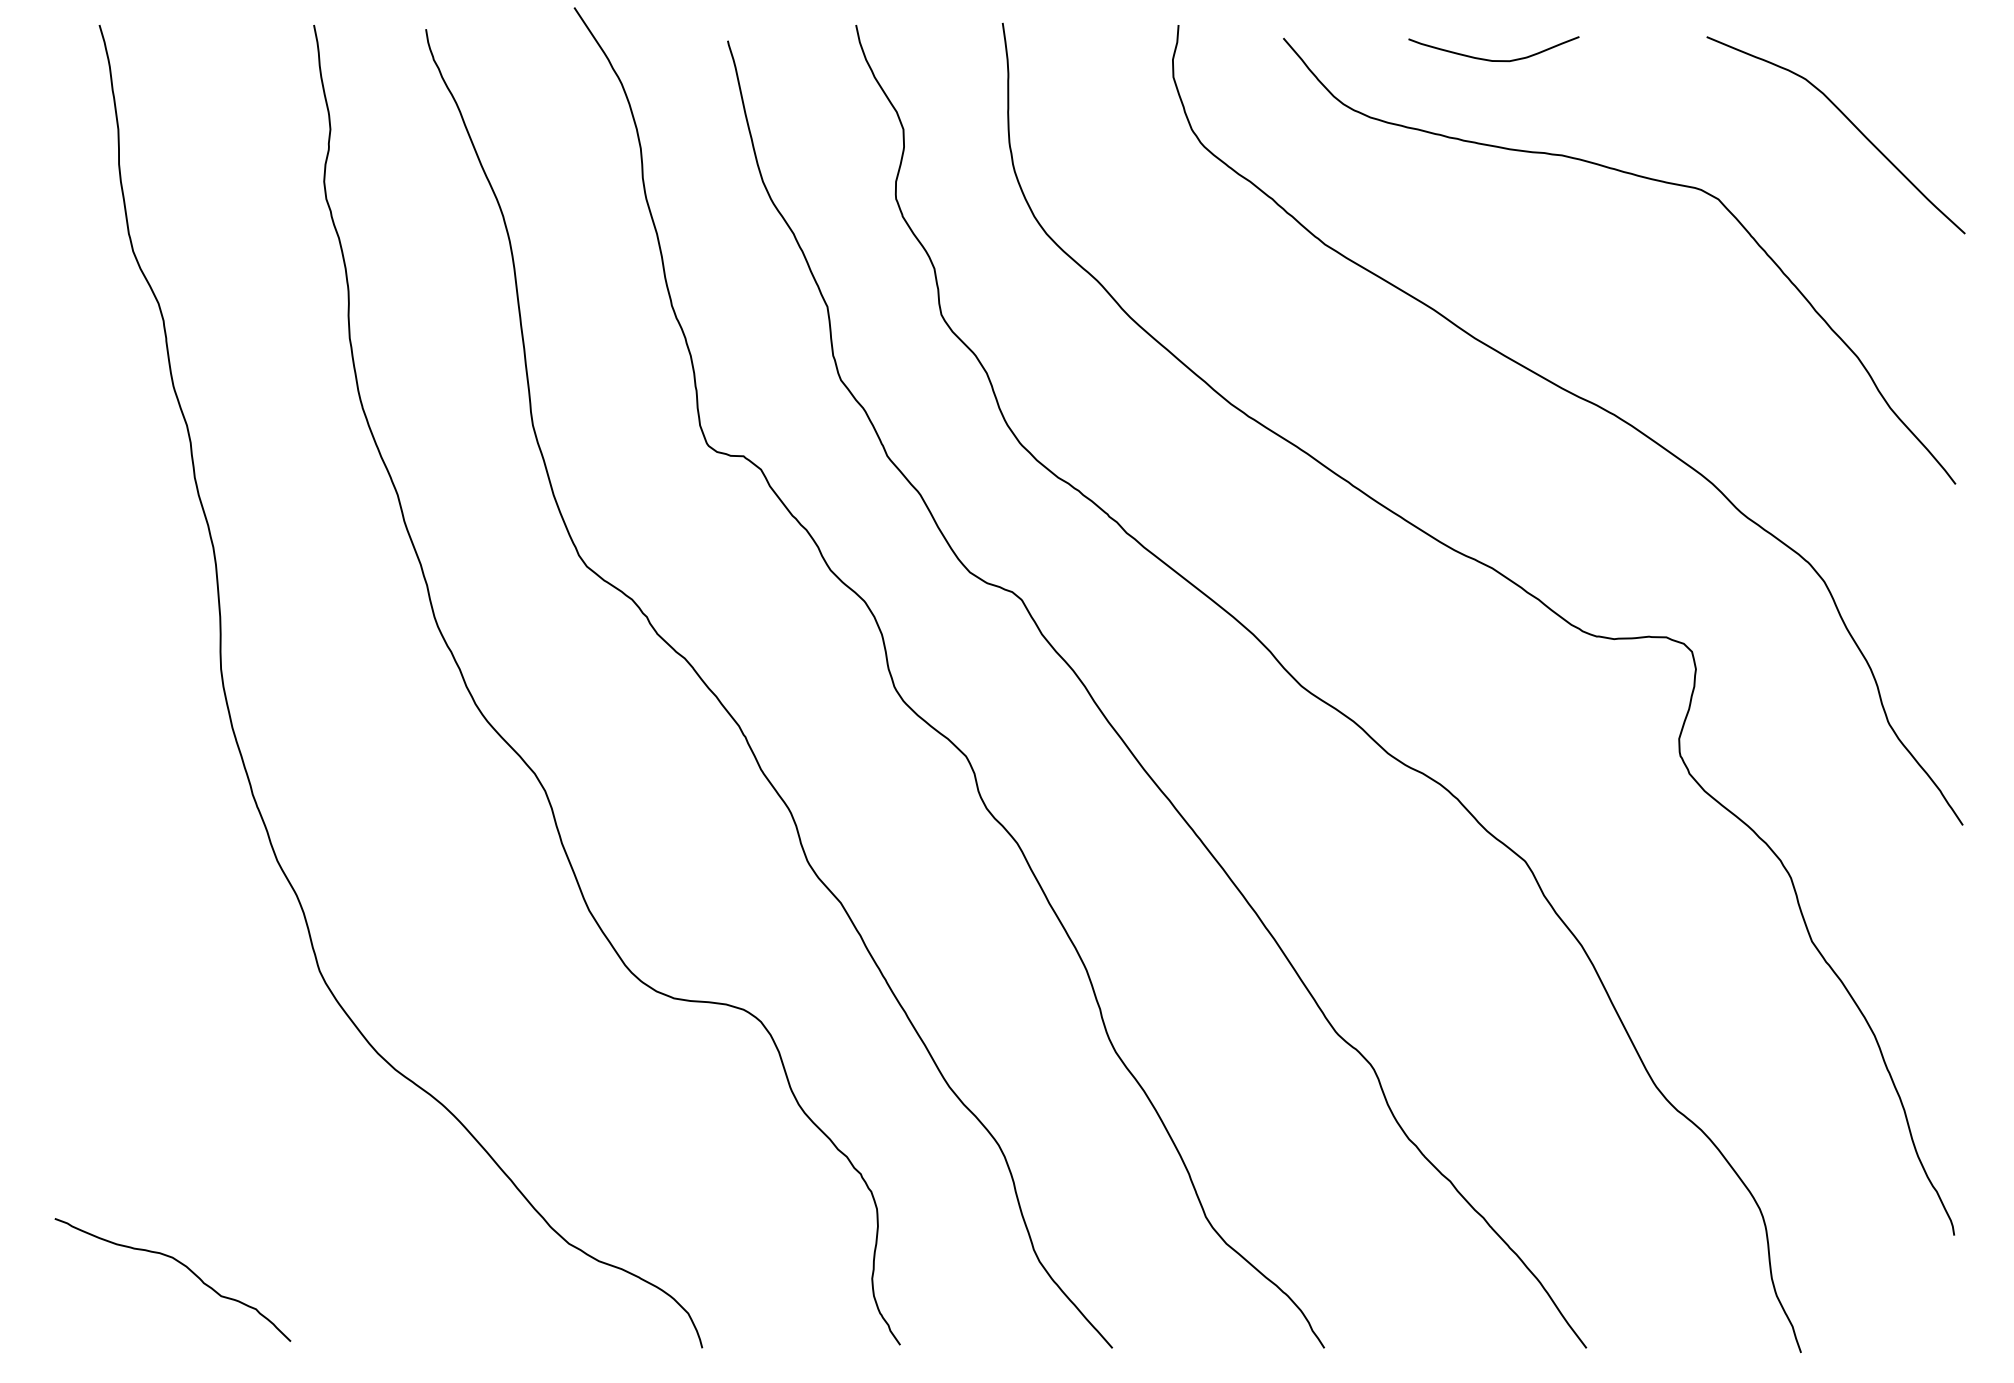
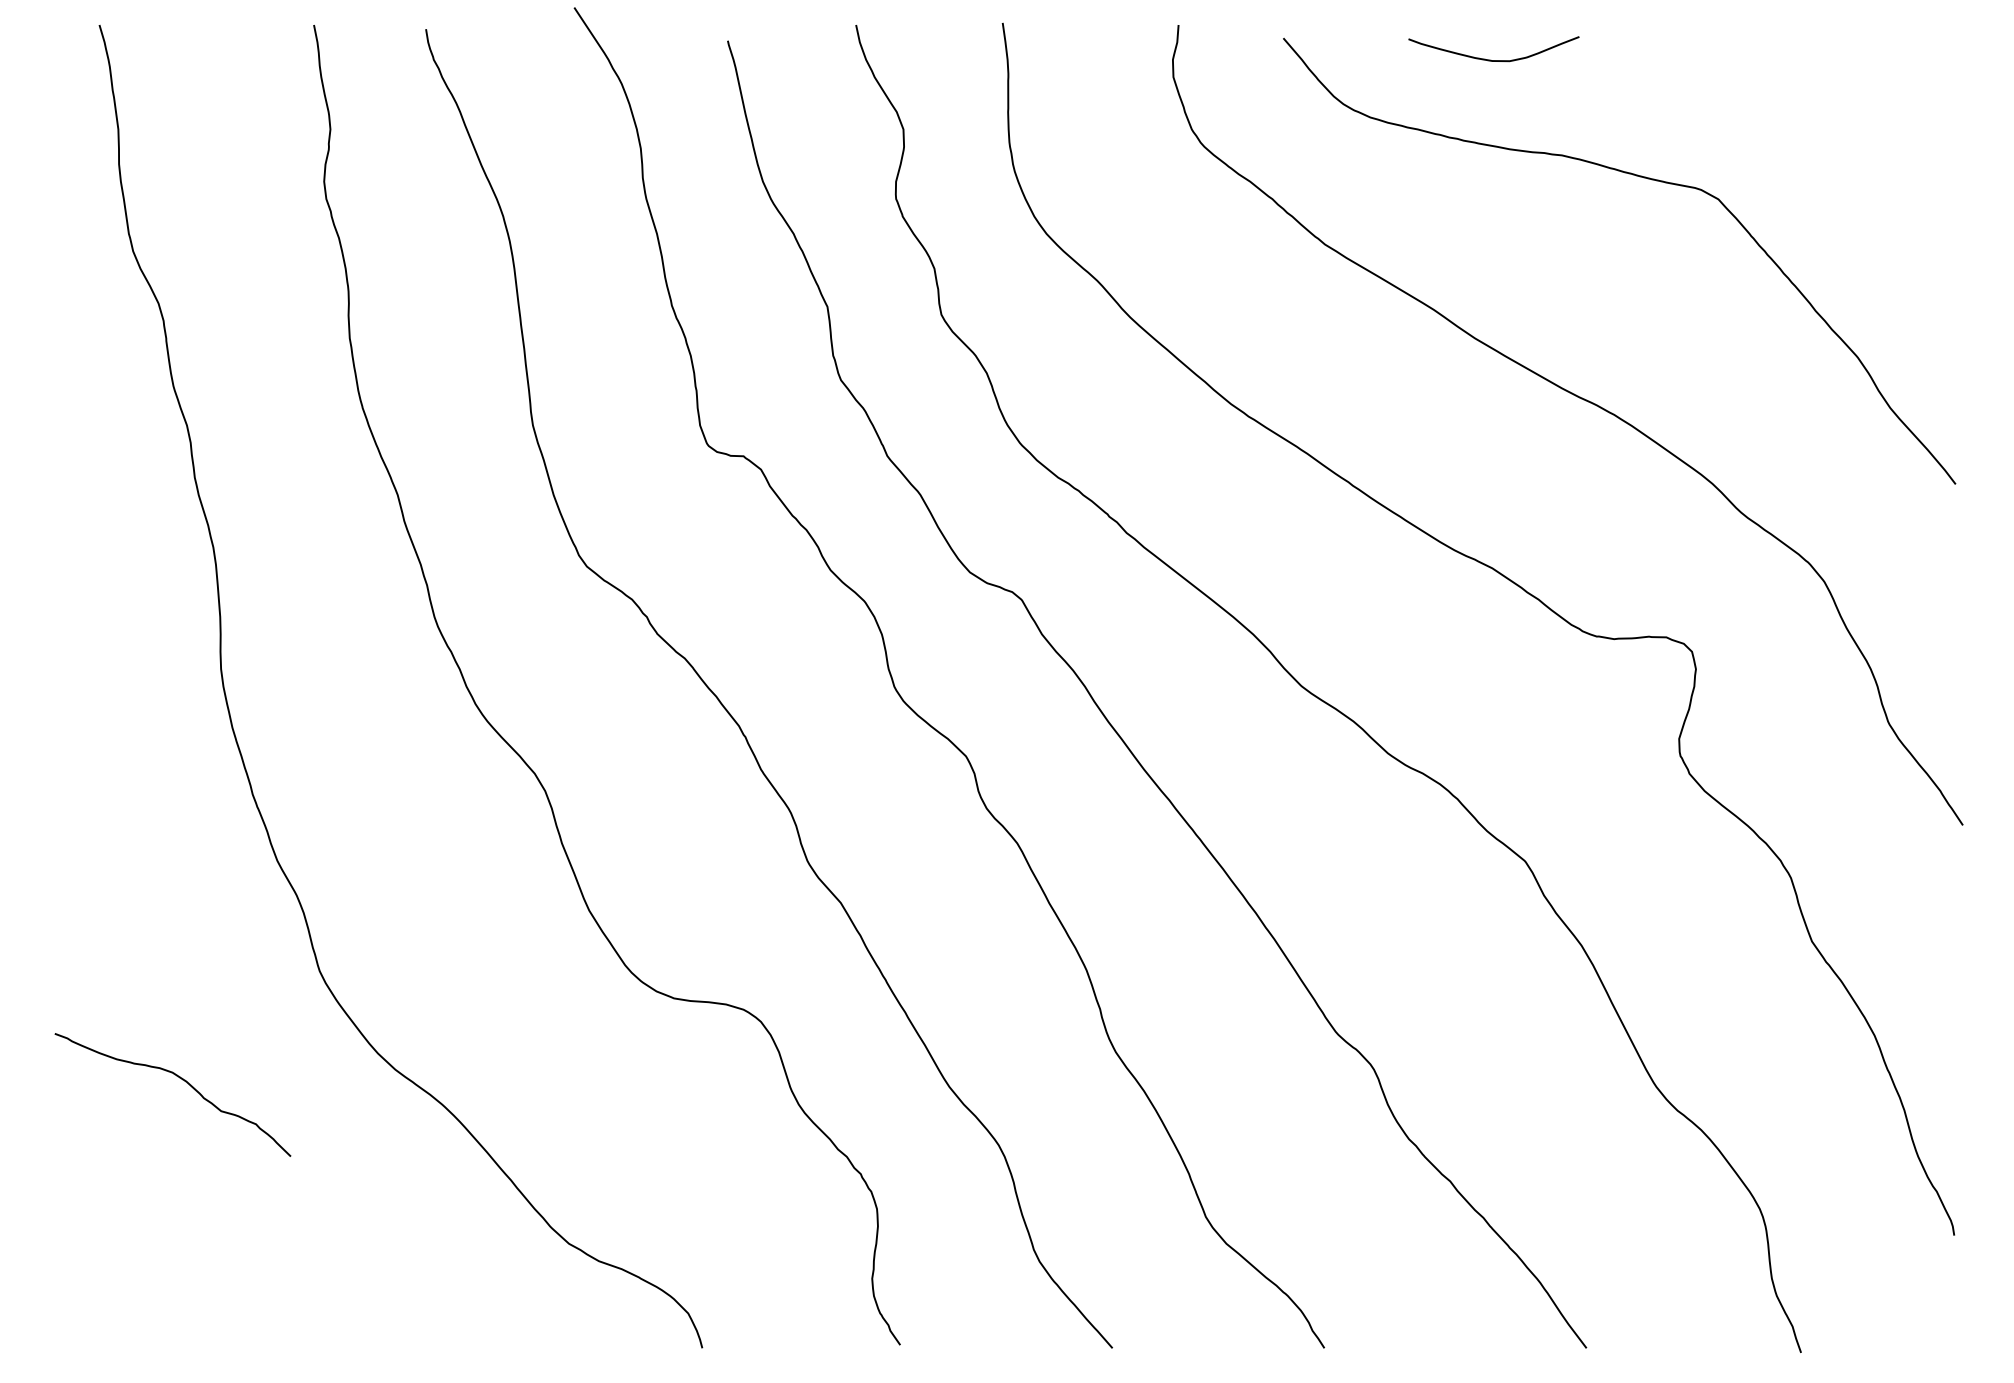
curve at (1849, 121): present -> none
curve at (182, 1265) position: (182, 1265) -> (182, 1080)
